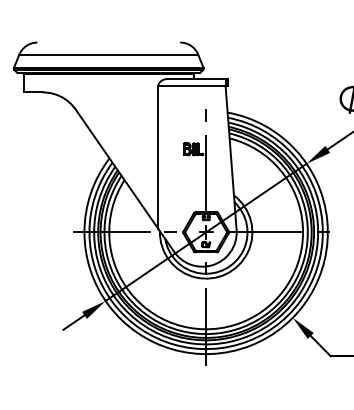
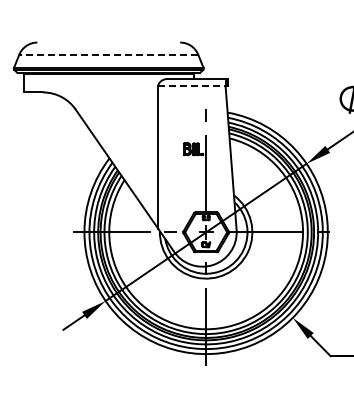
line at (108, 54): solid -> dashed
line at (191, 86): solid -> dashed
